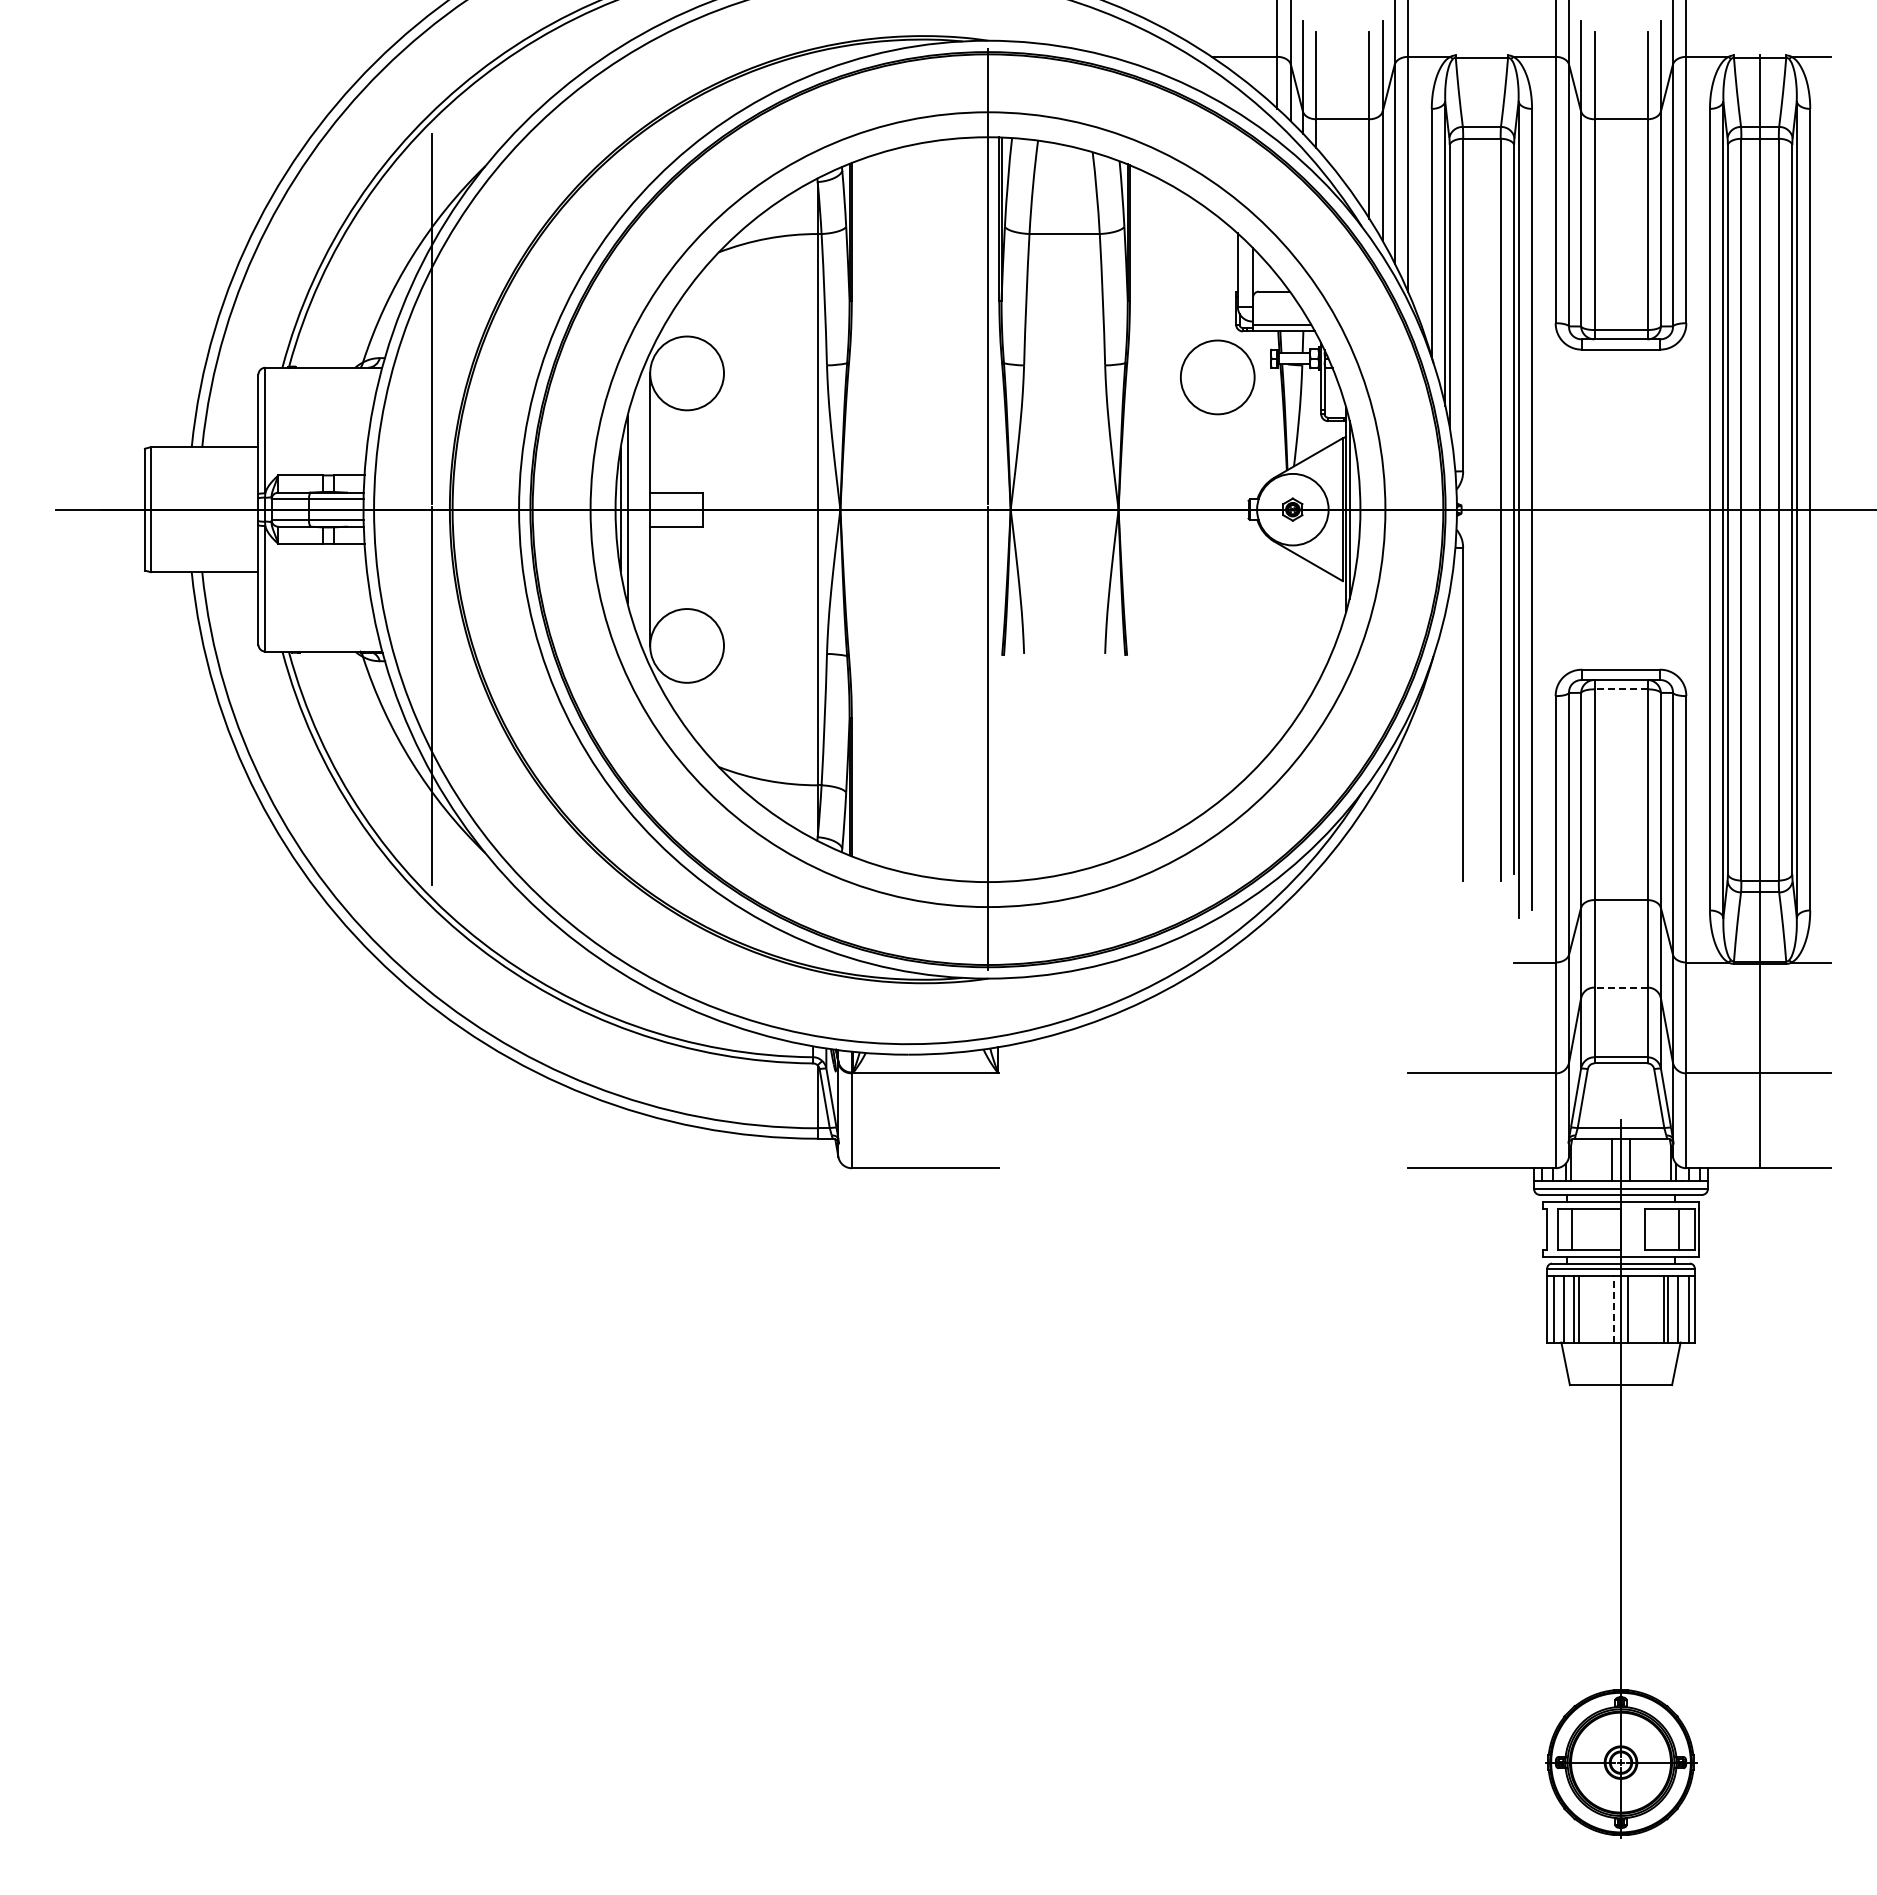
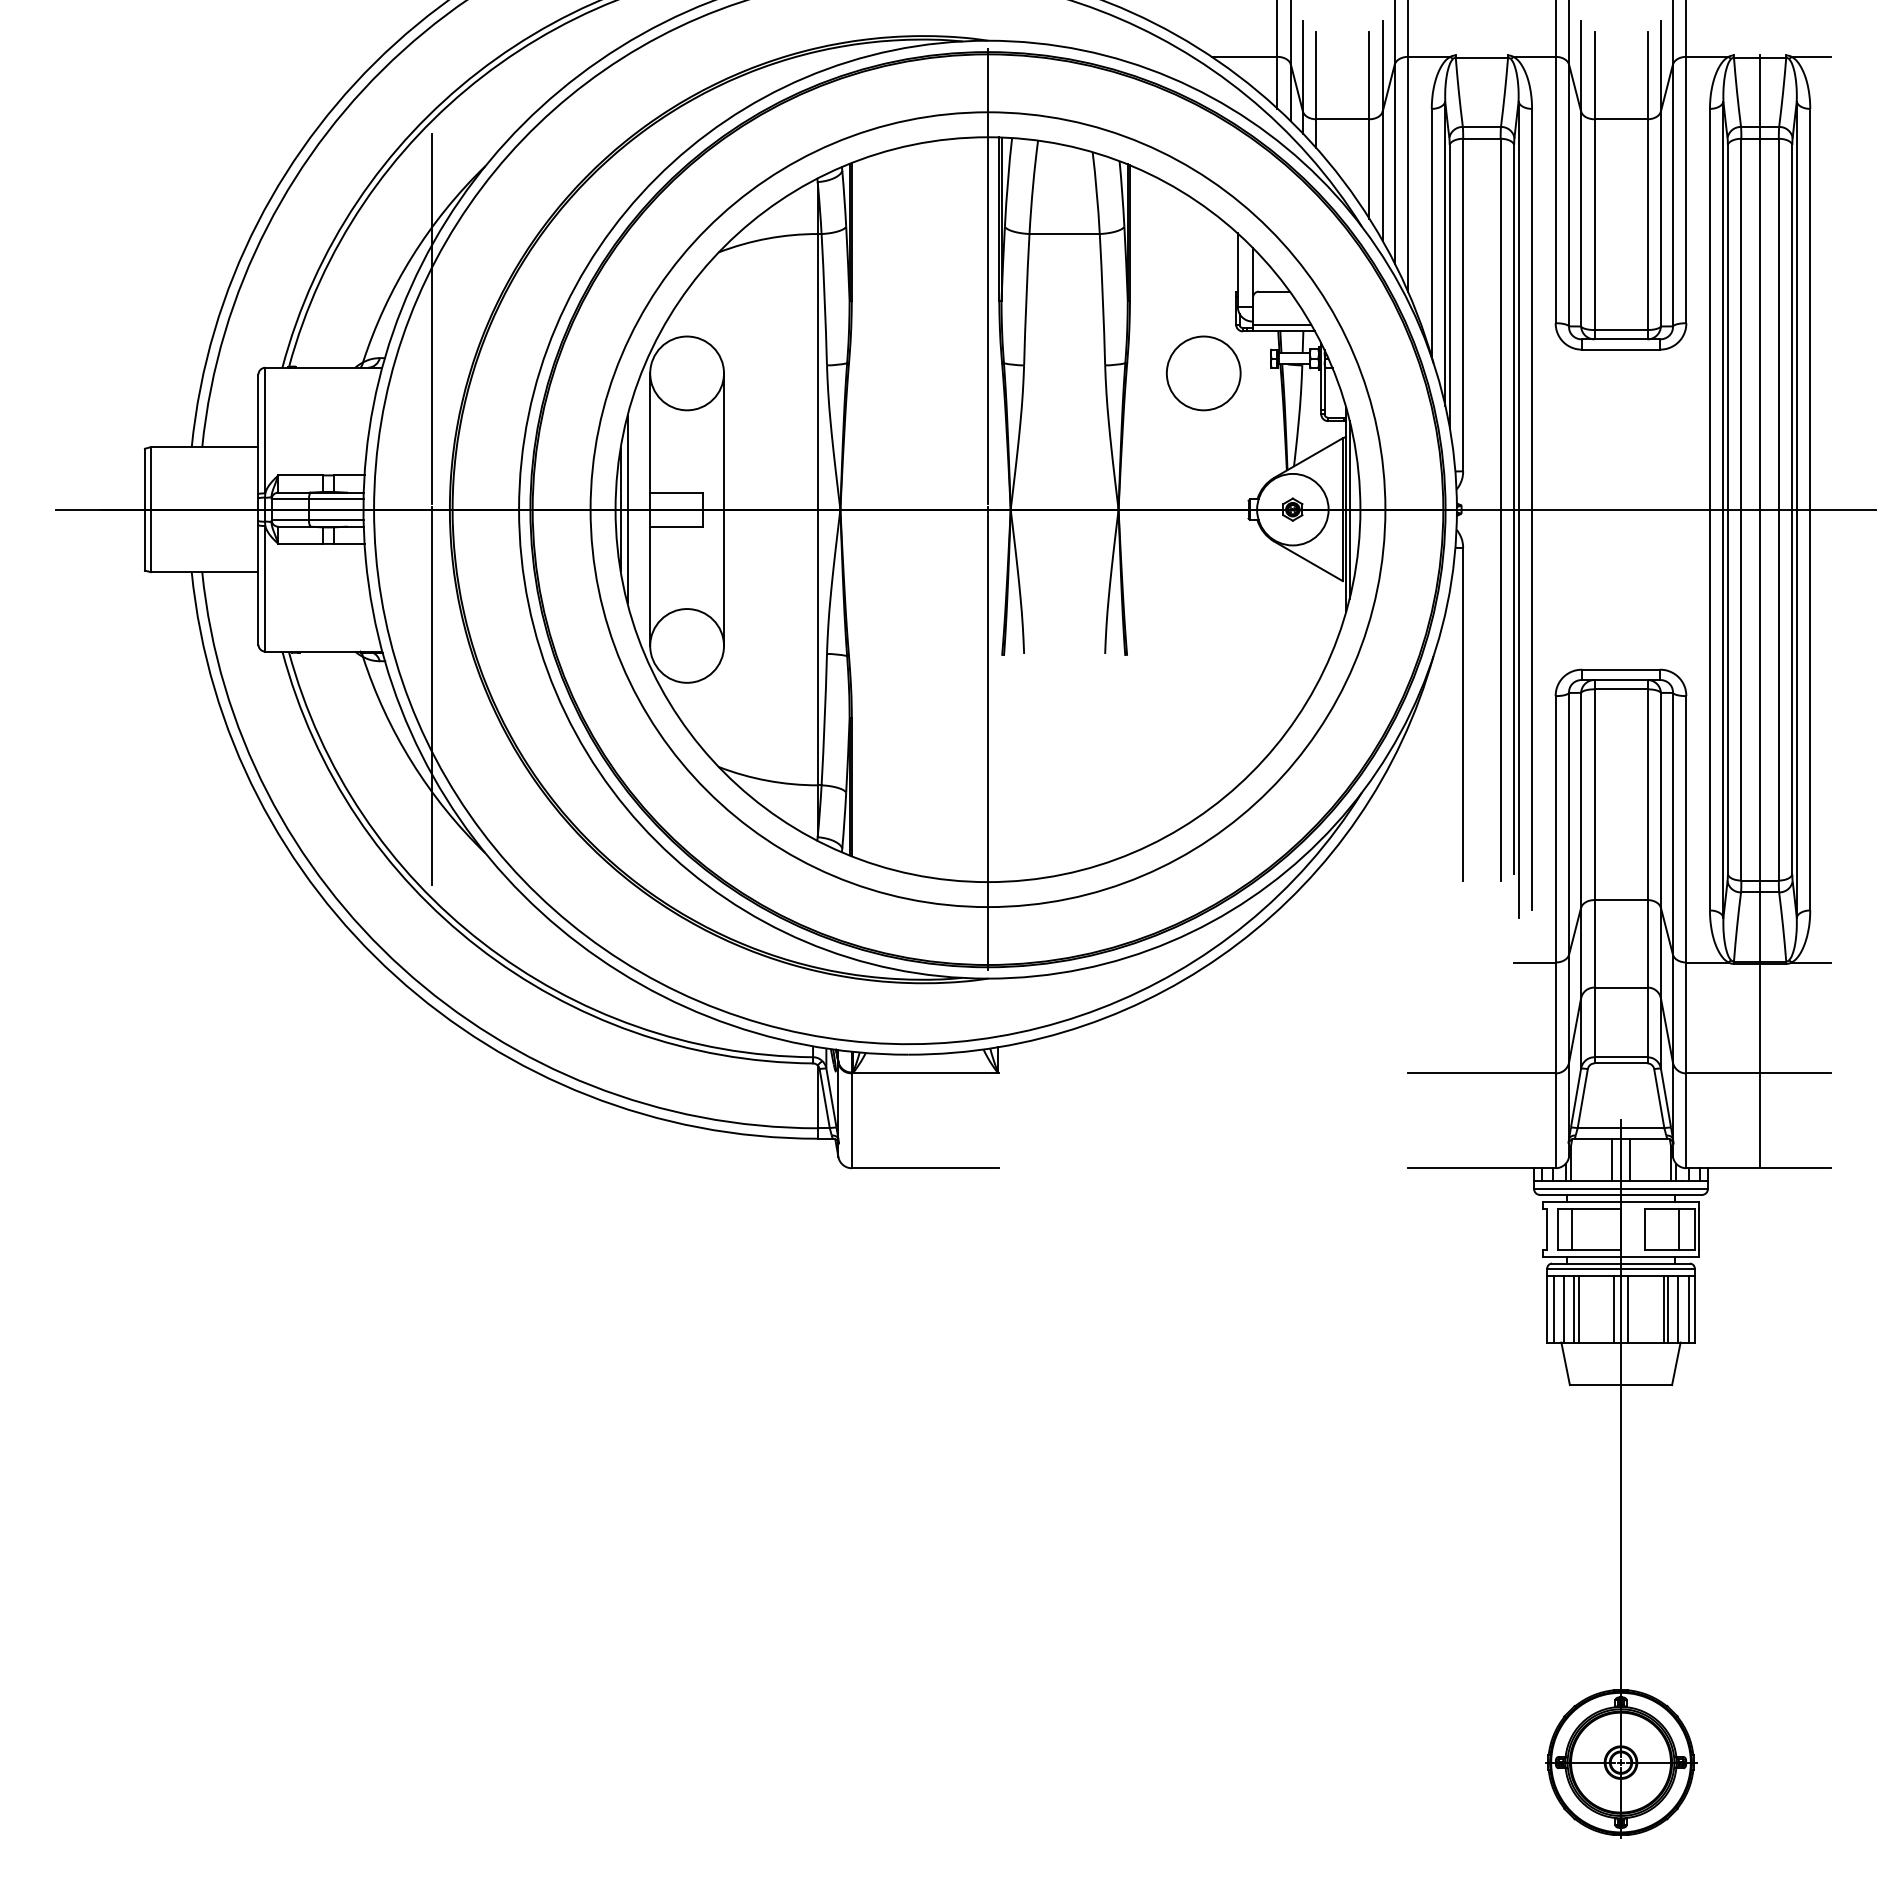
circle at (1217, 377) position: (1217, 377) -> (1203, 373)
line at (724, 509): none -> present
line at (1620, 689): dashed -> solid
line at (1620, 987): dashed -> solid
line at (1613, 1308): dashed -> solid
